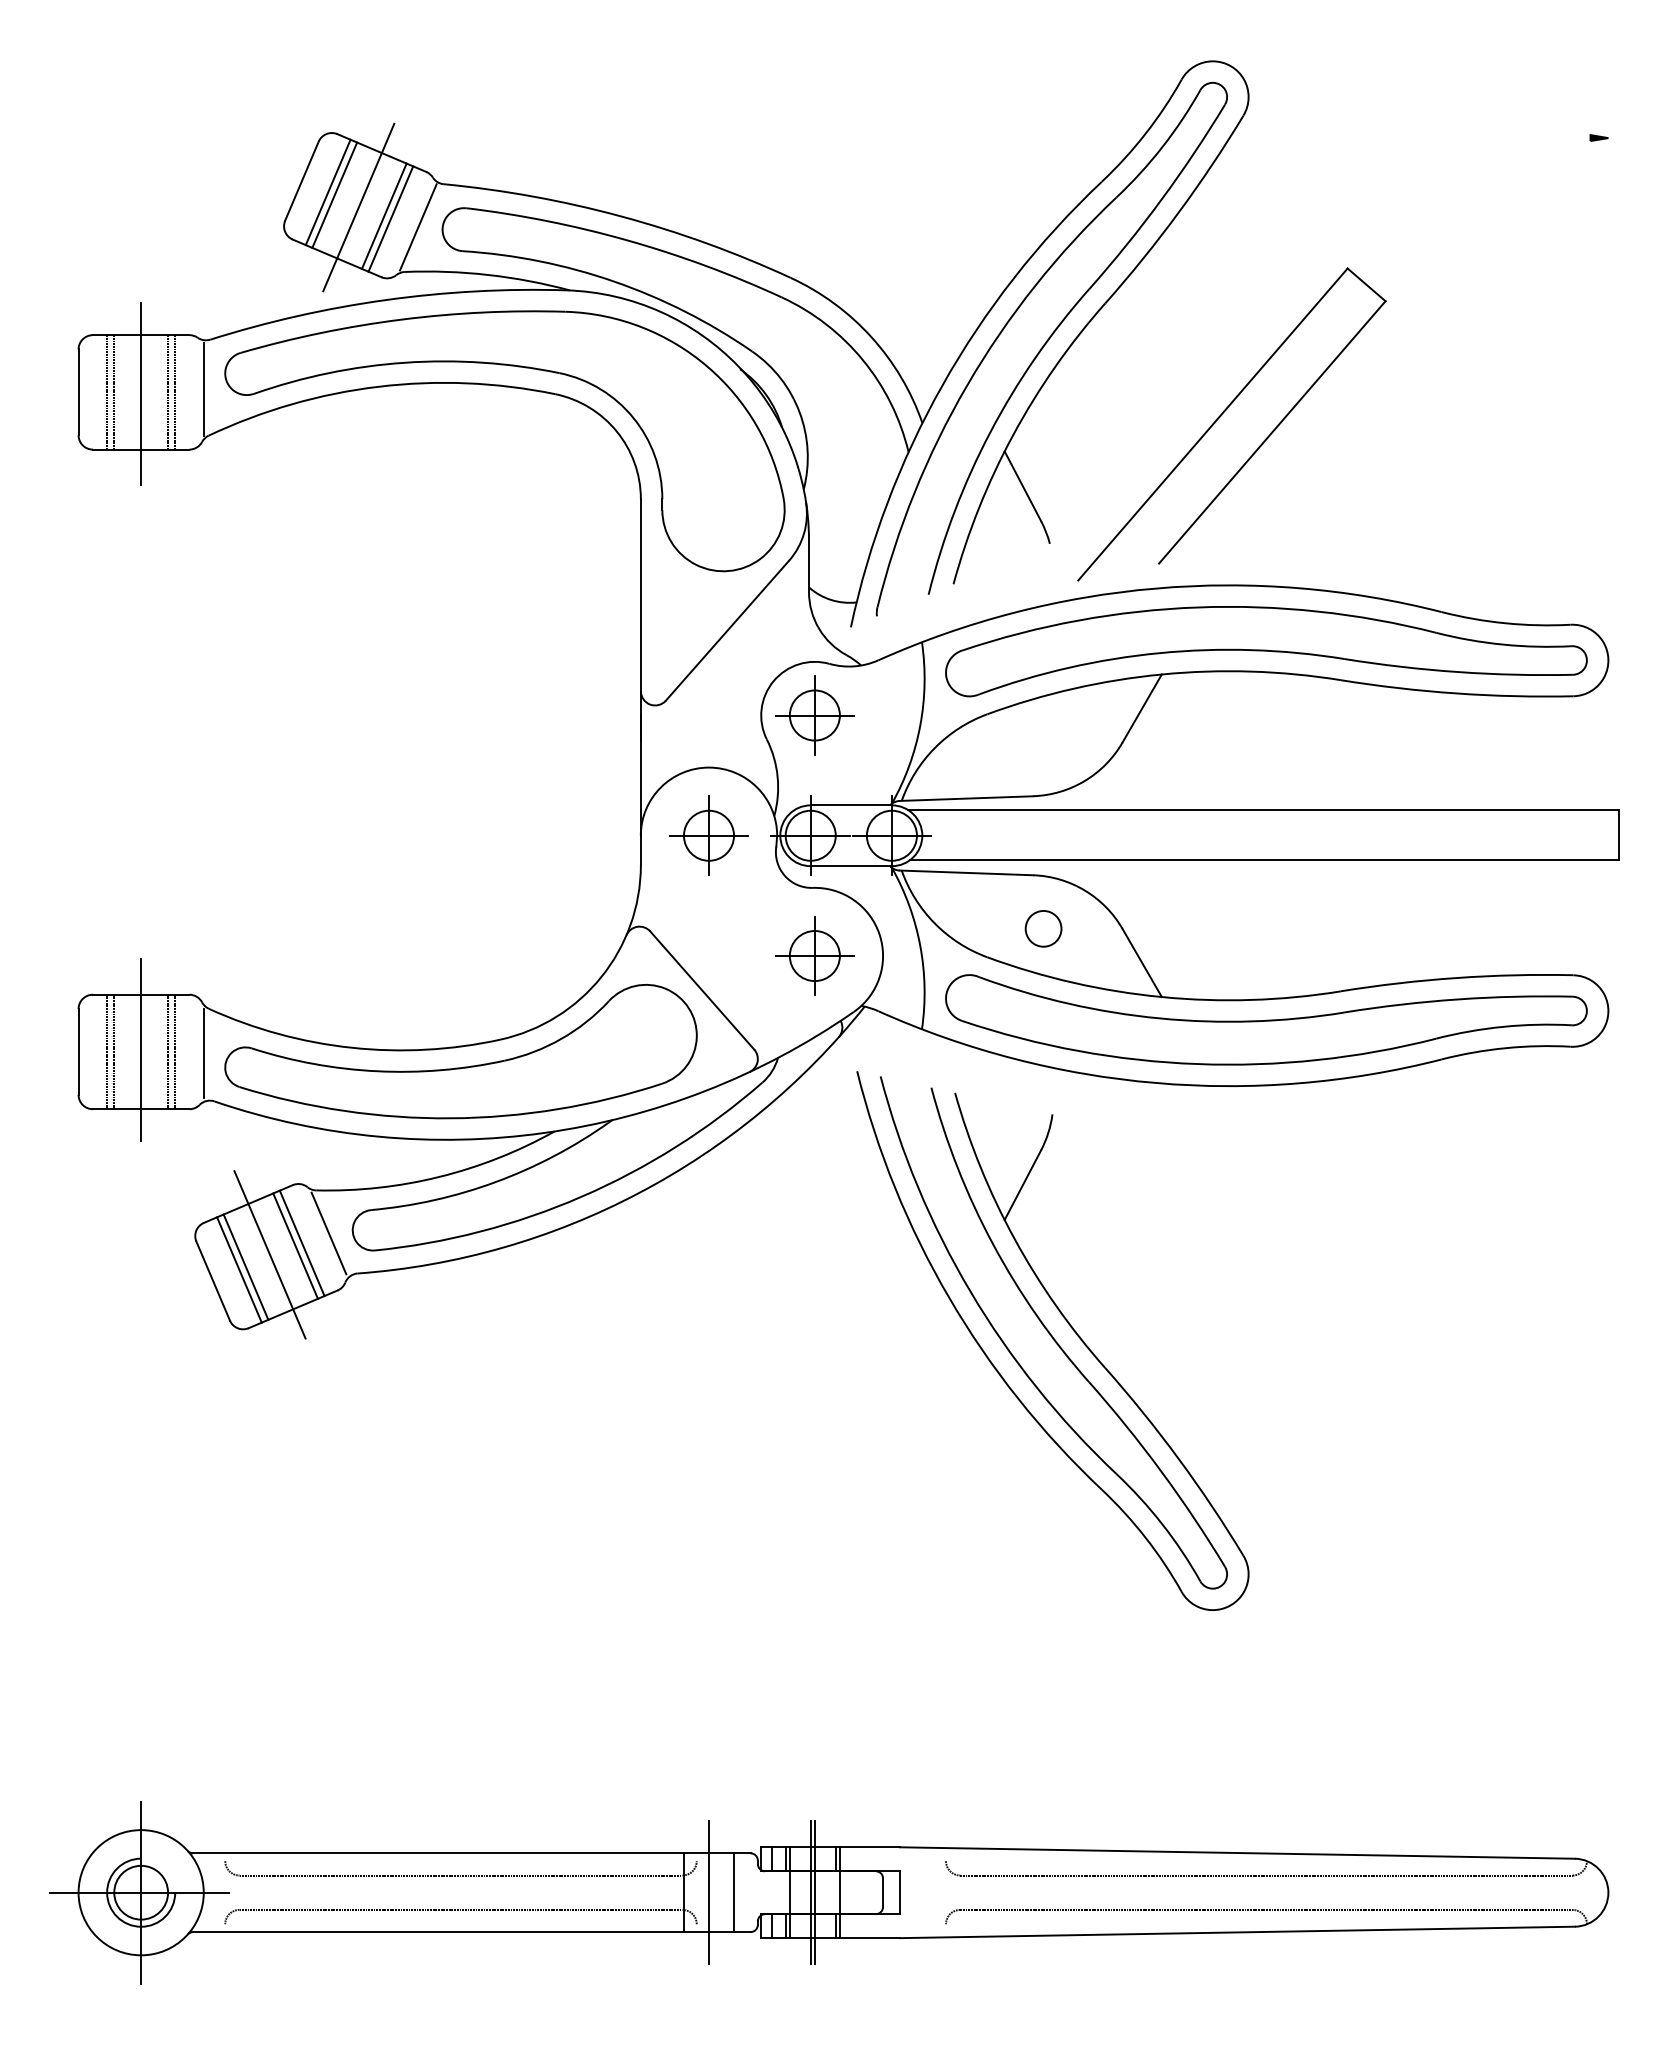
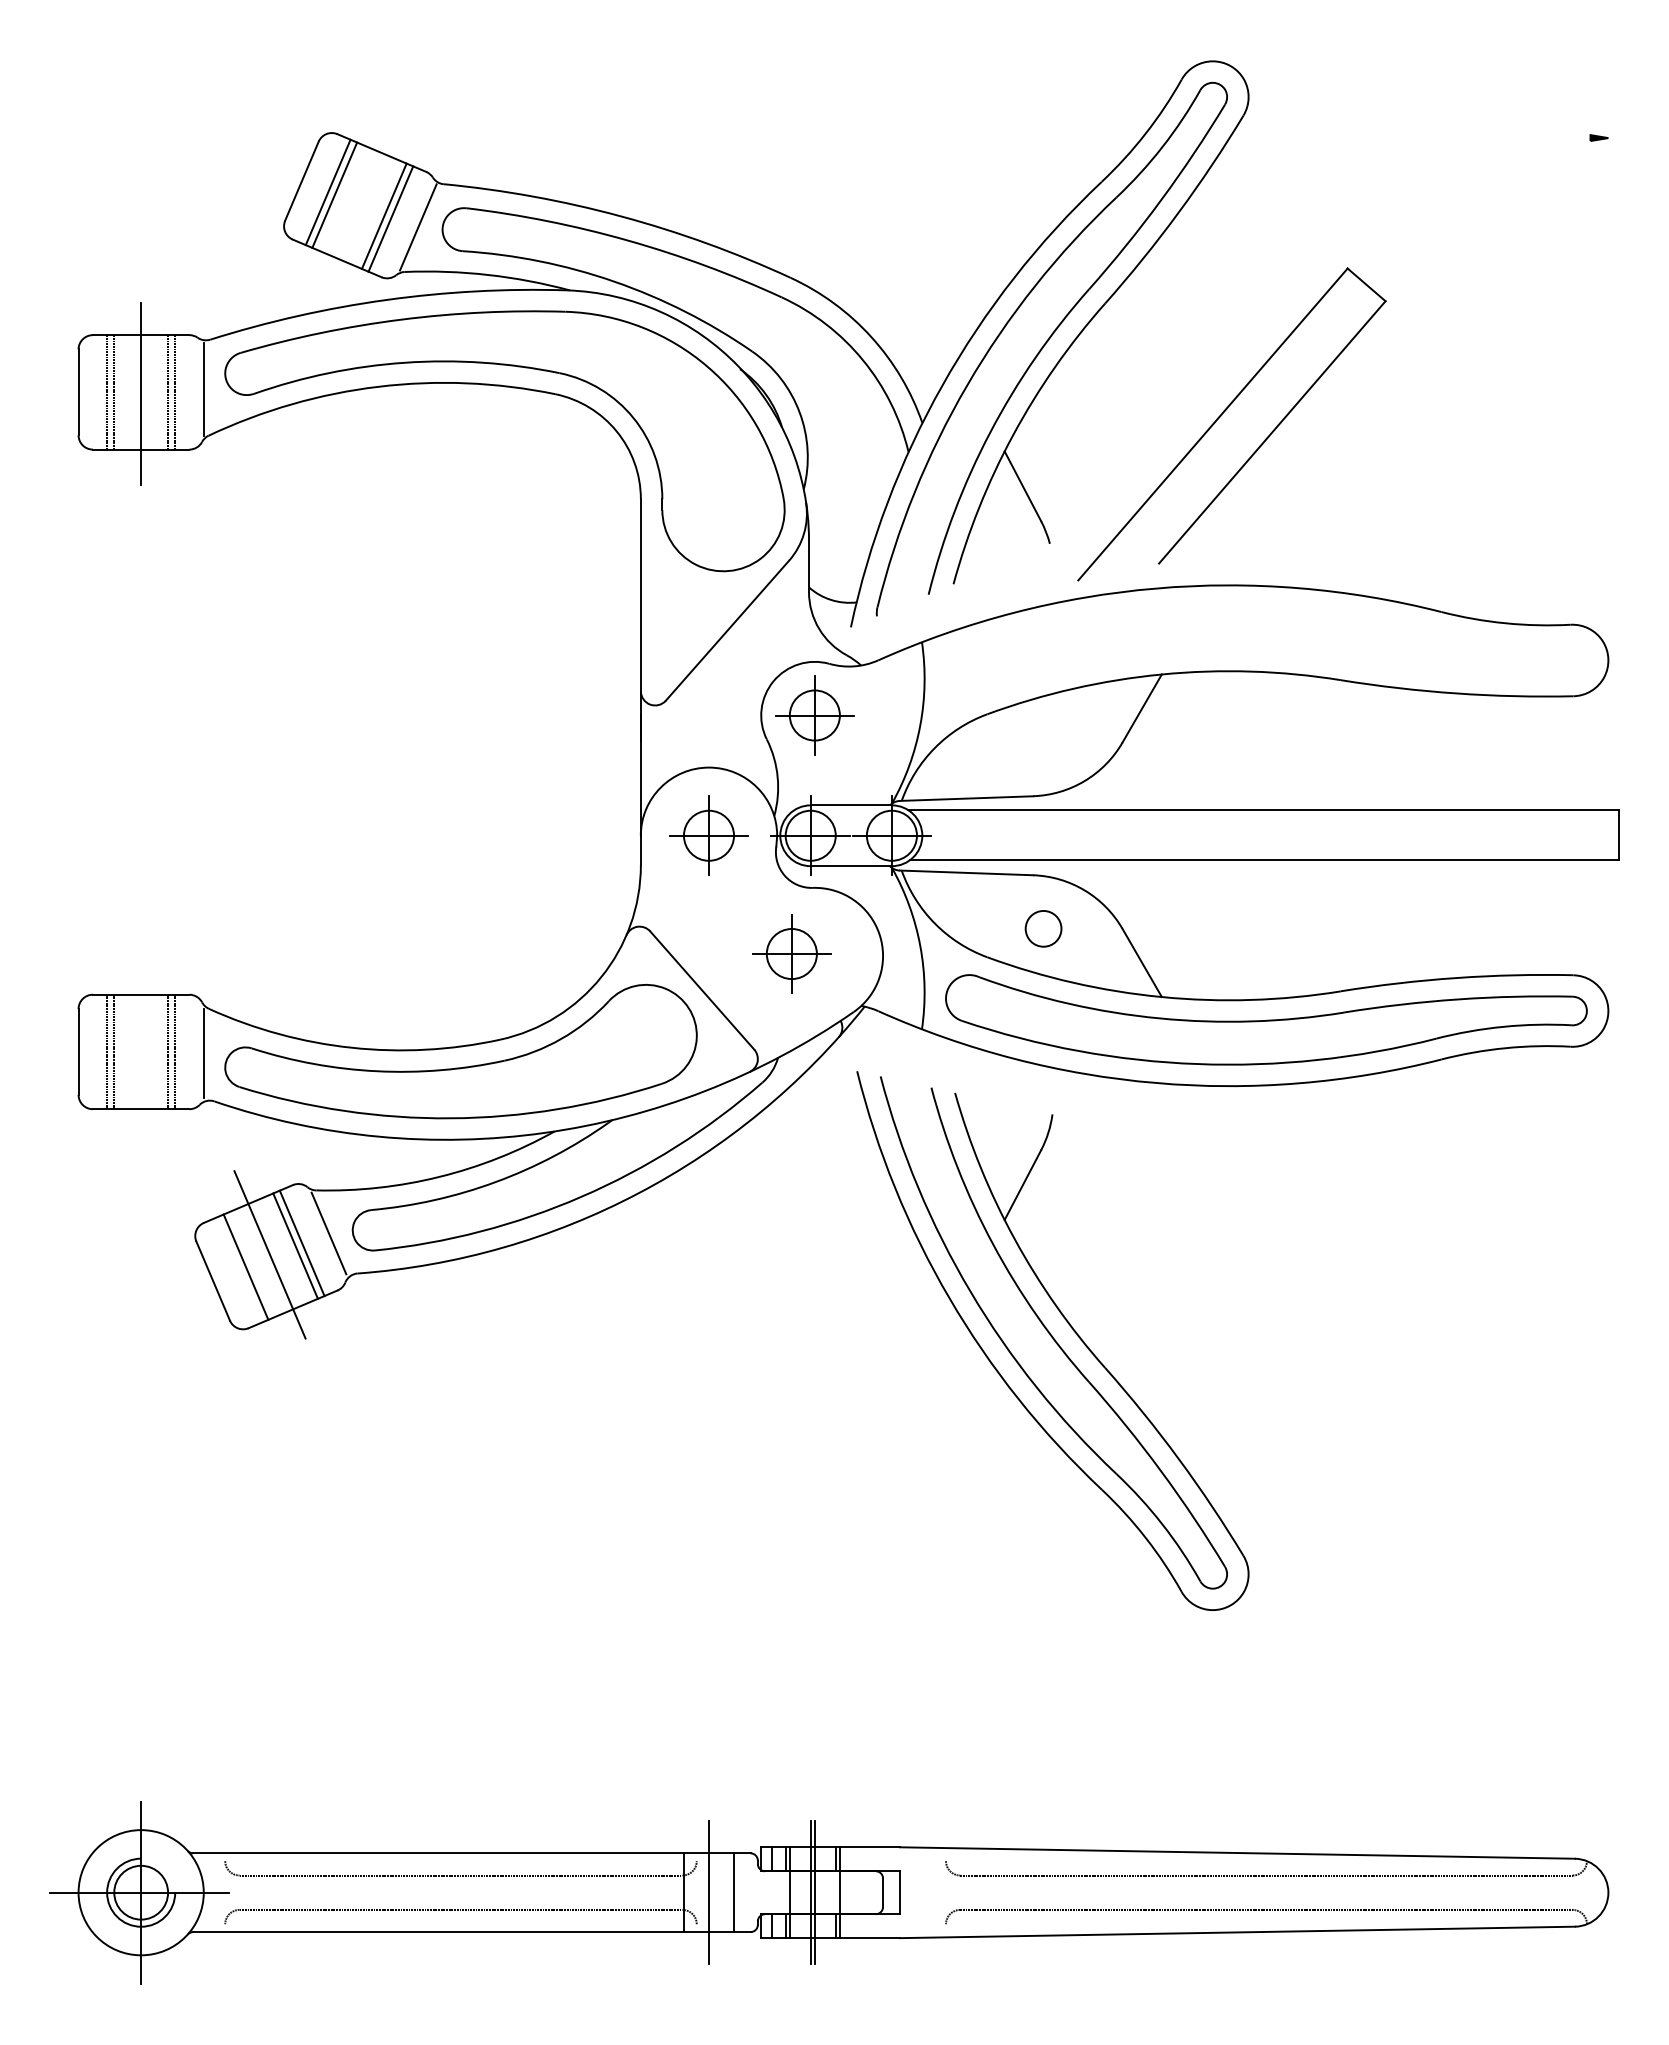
line at (358, 207): present -> none
part at (1266, 651): present -> none
part at (814, 955) position: (814, 955) -> (791, 953)
line at (141, 1049): present -> none
line at (239, 1269): present -> none
